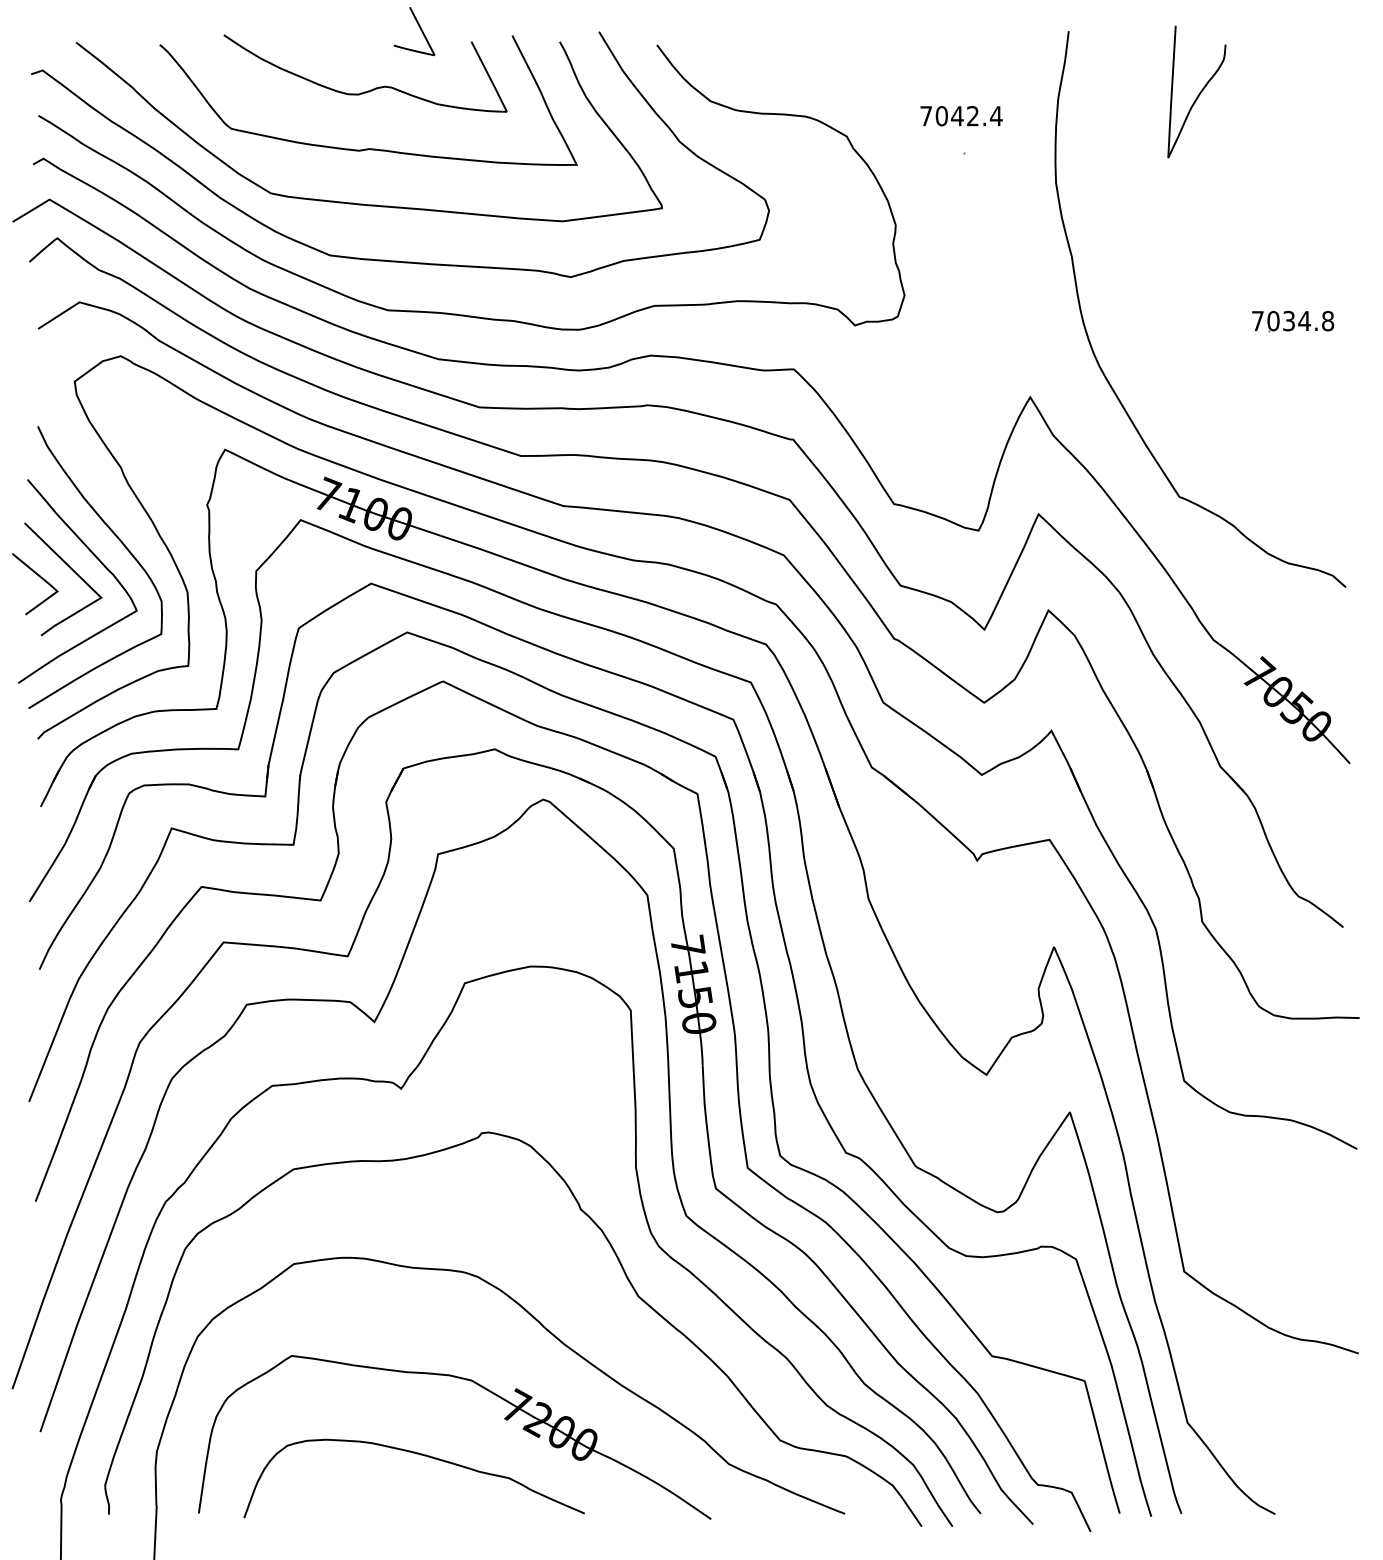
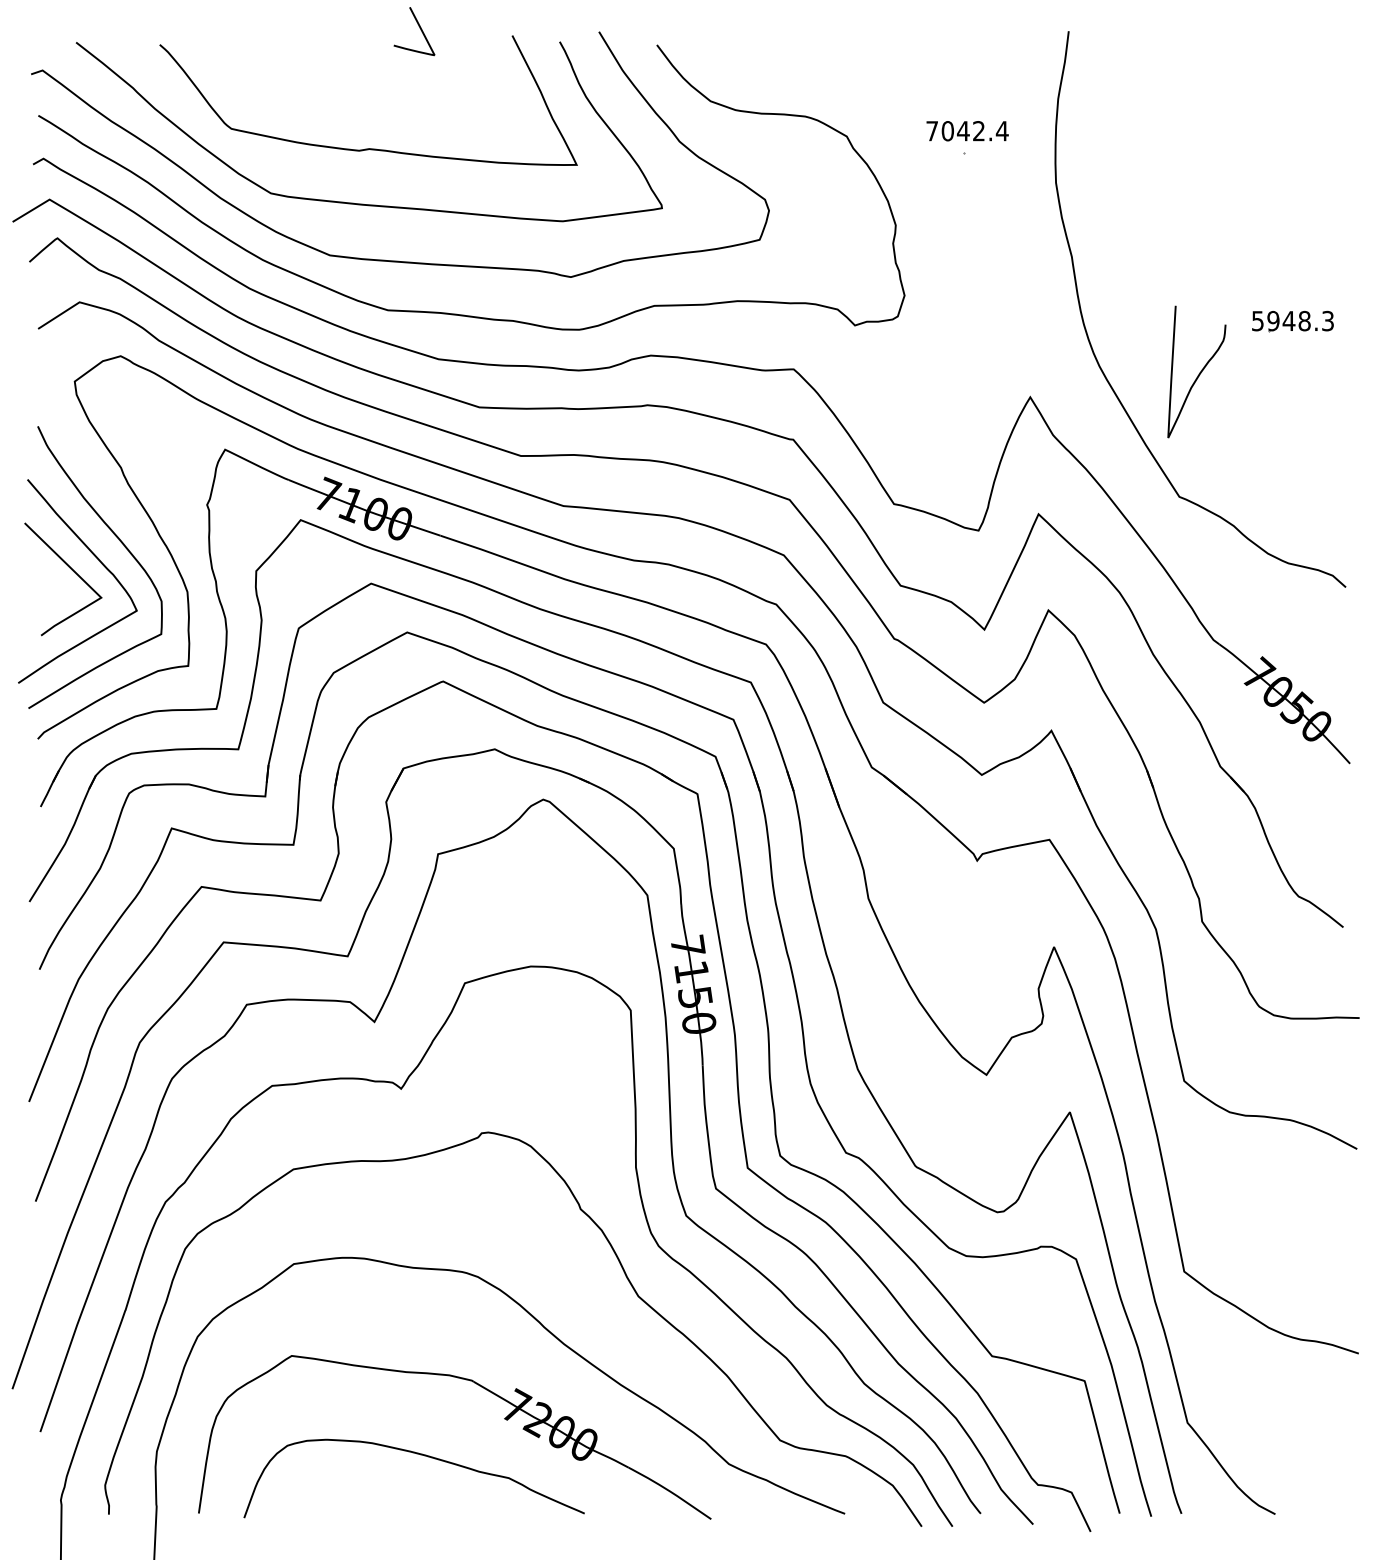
curve at (370, 89): present -> none
curve at (1199, 92) position: (1199, 92) -> (1199, 372)
text at (961, 116) position: (961, 116) -> (967, 131)
text at (1293, 320): 7034.8 -> 5948.3
line at (40, 578): present -> none
